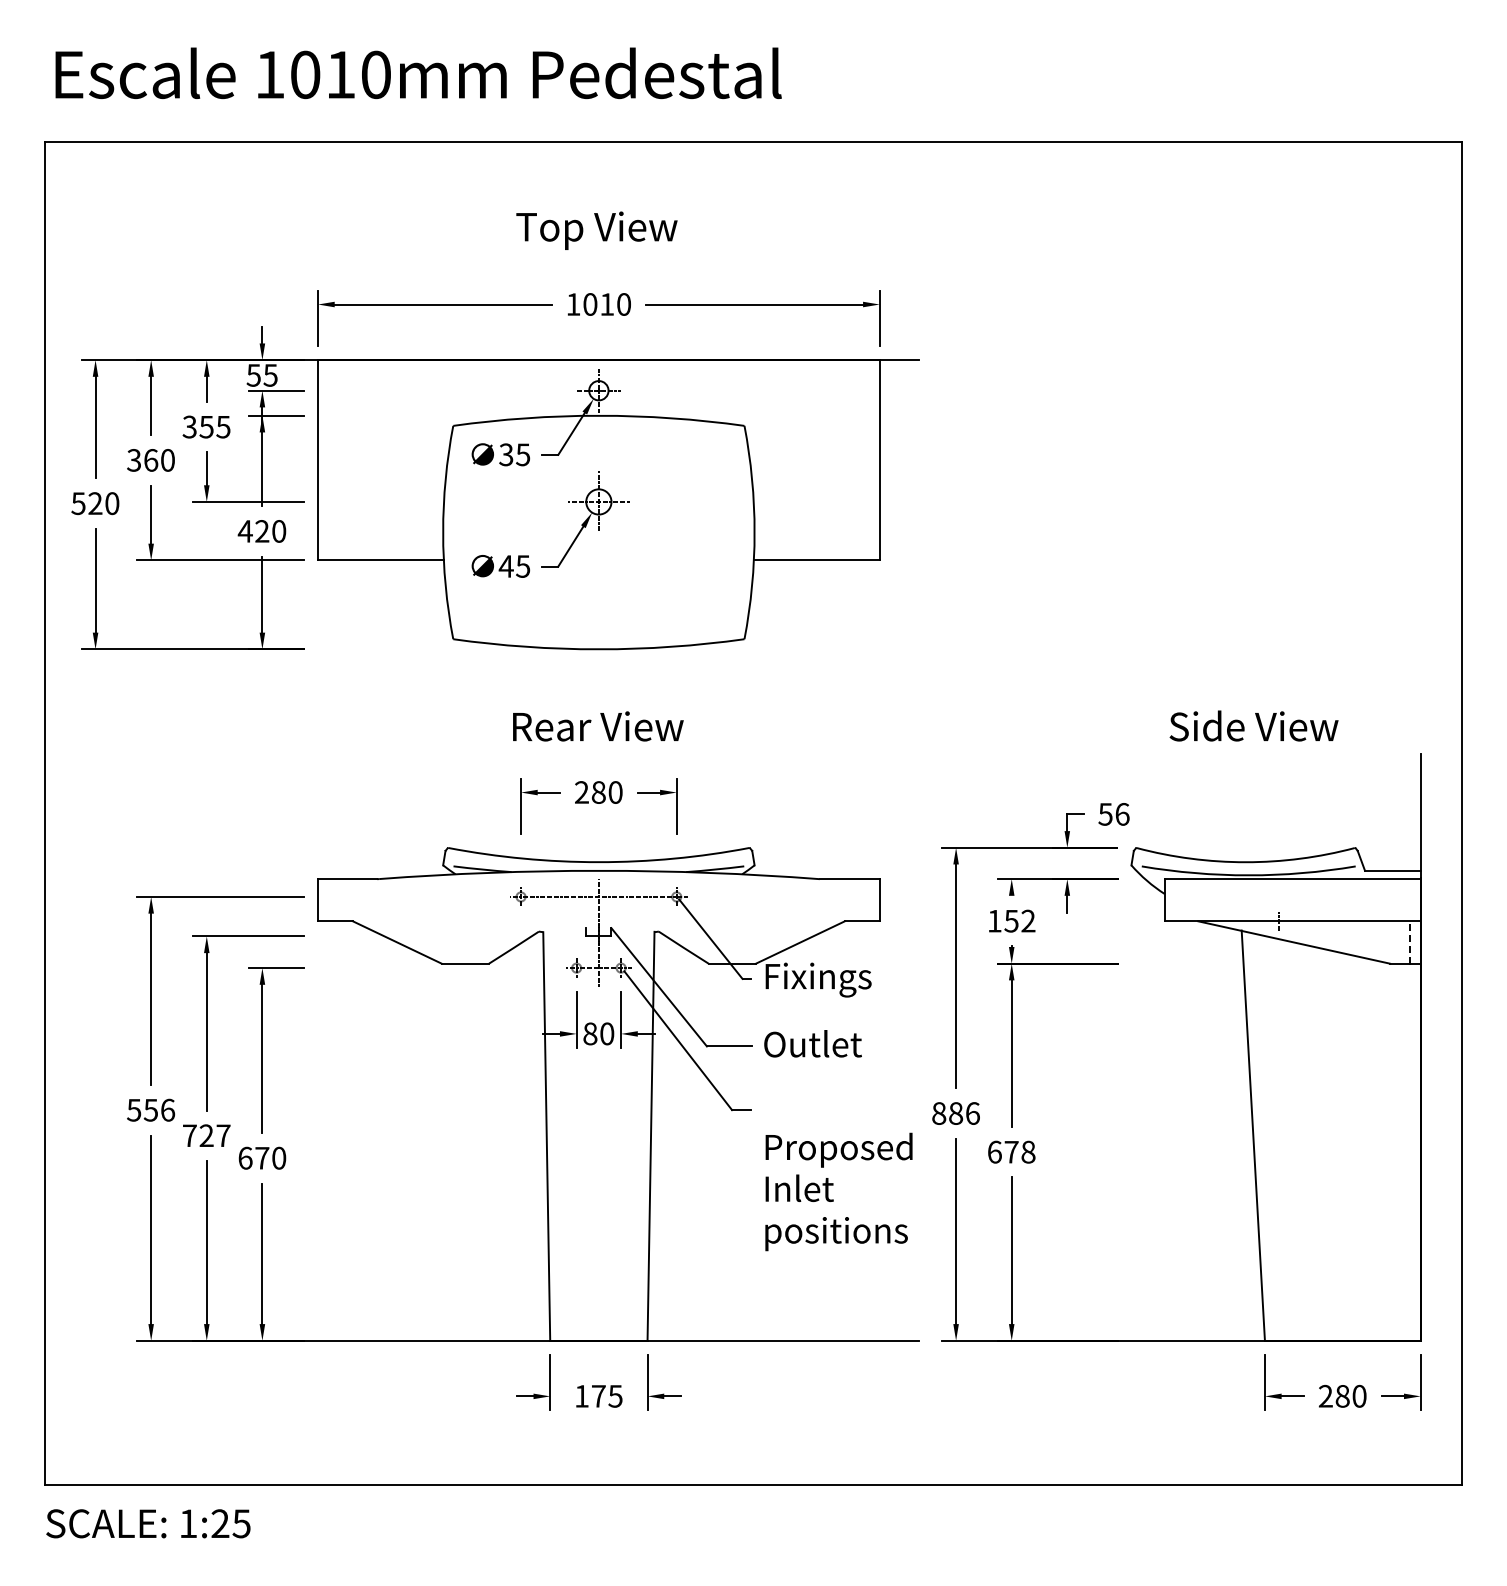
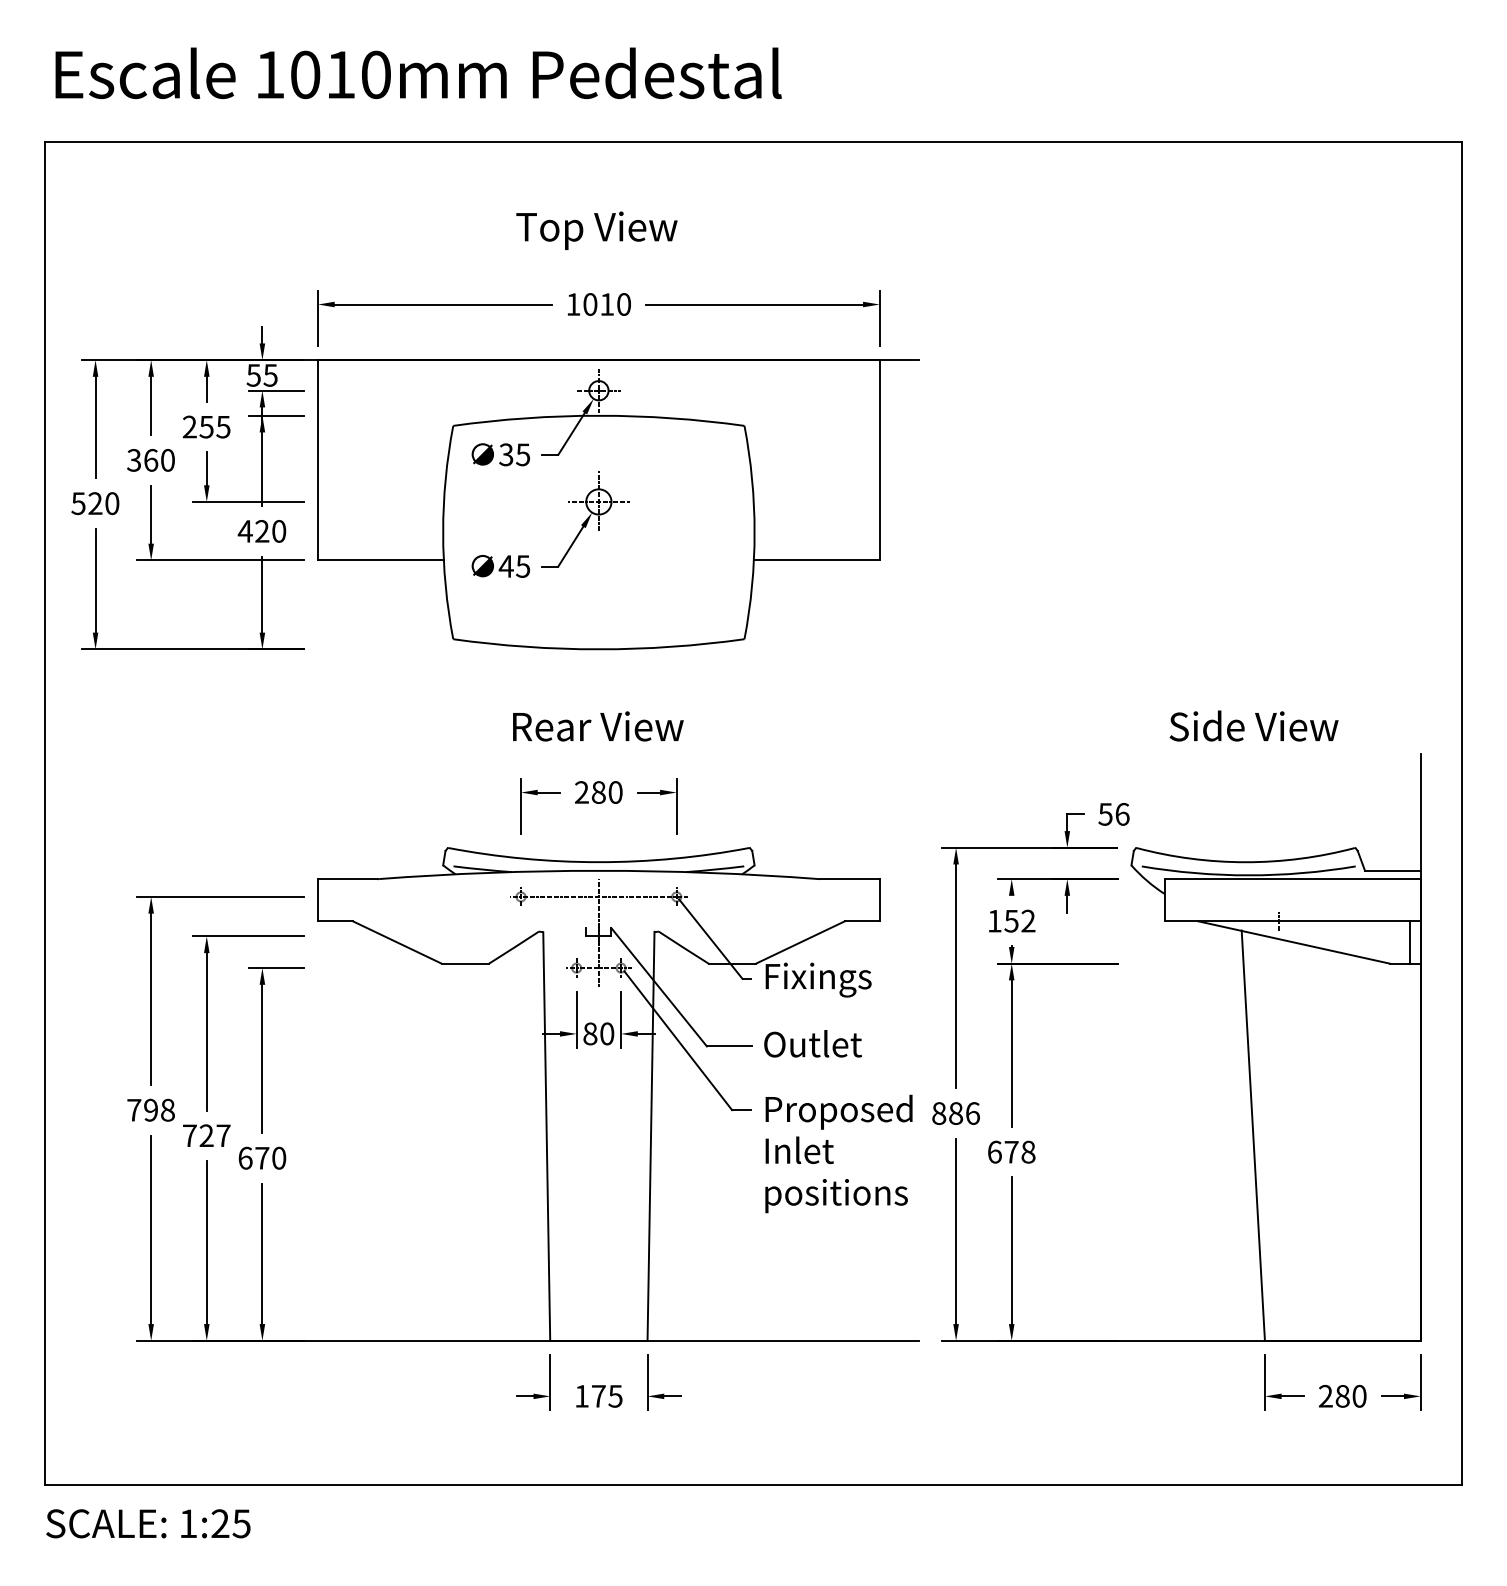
text at (189, 427): 355 -> 255
line at (1409, 942): dashed -> solid
text at (151, 1109): 556 -> 798
text at (838, 1191) position: (838, 1191) -> (838, 1153)
